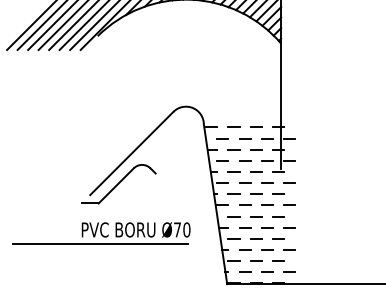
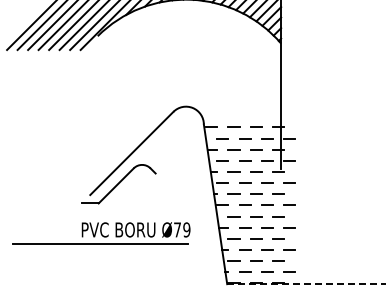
text at (186, 229): Ø70 -> Ø79
line at (306, 284): solid -> dashed
